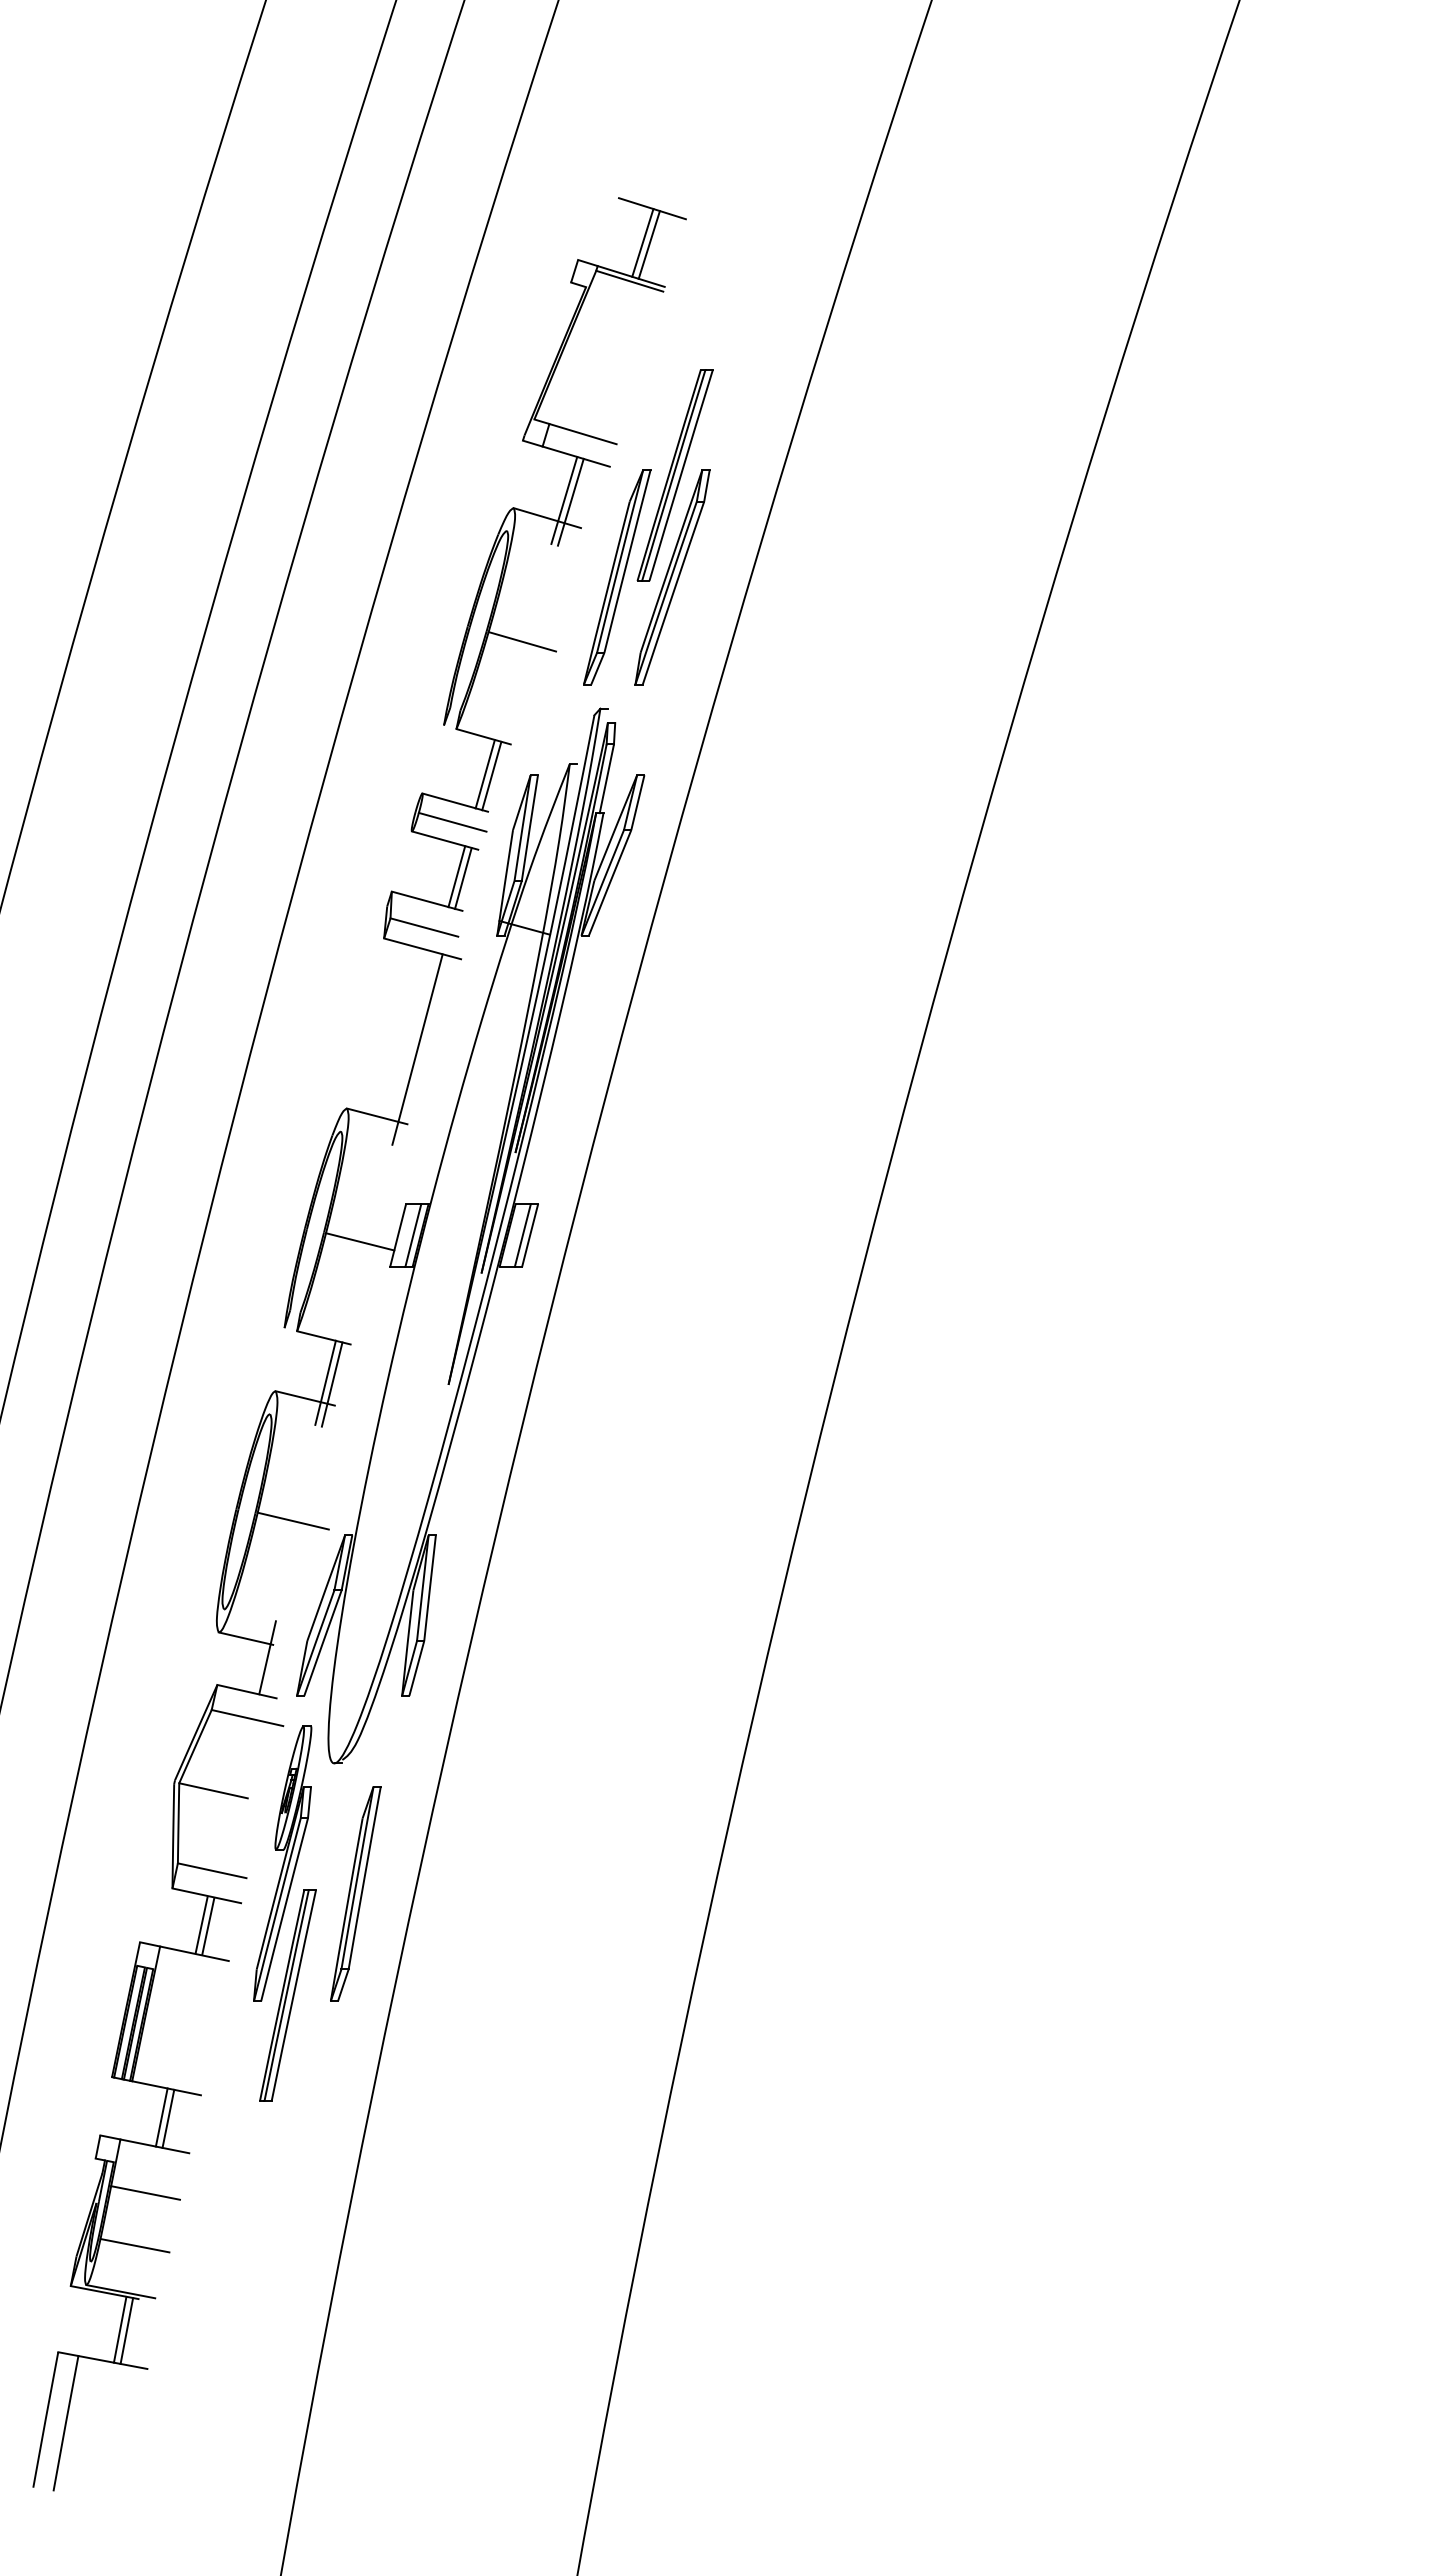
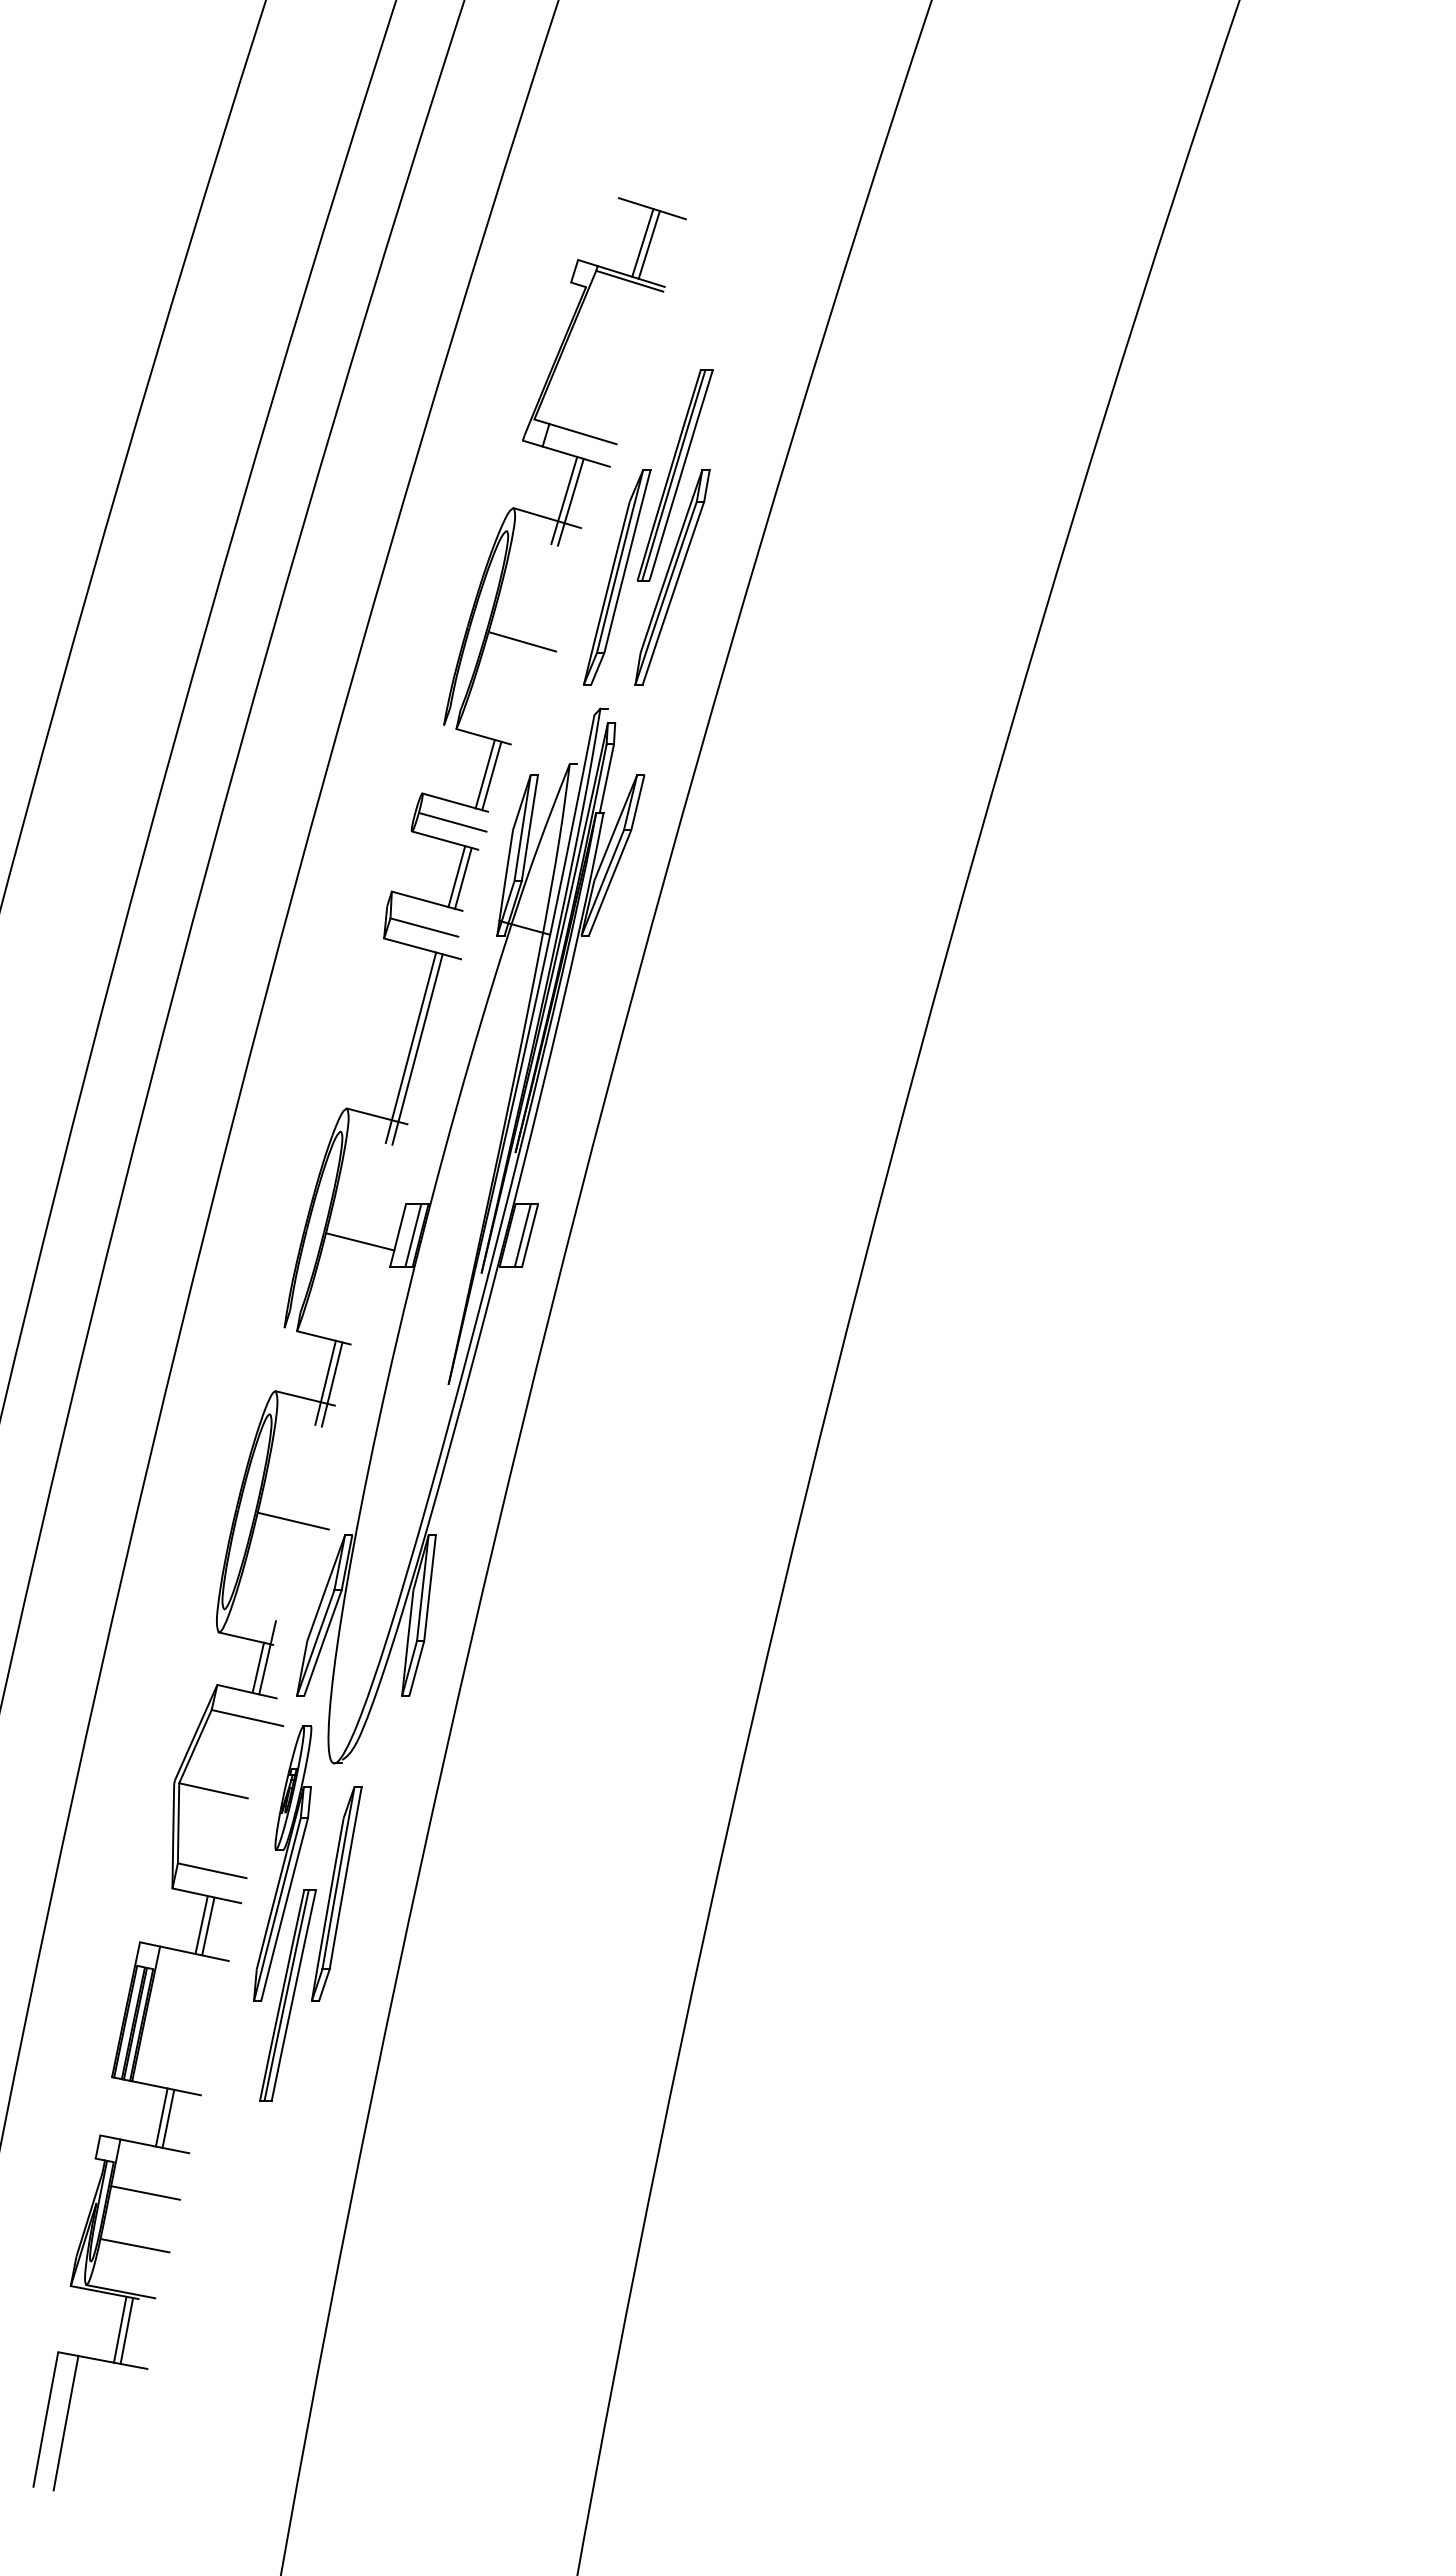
line at (410, 1047): none -> present
line at (258, 1667): none -> present
part at (355, 1893) position: (355, 1893) -> (336, 1893)
